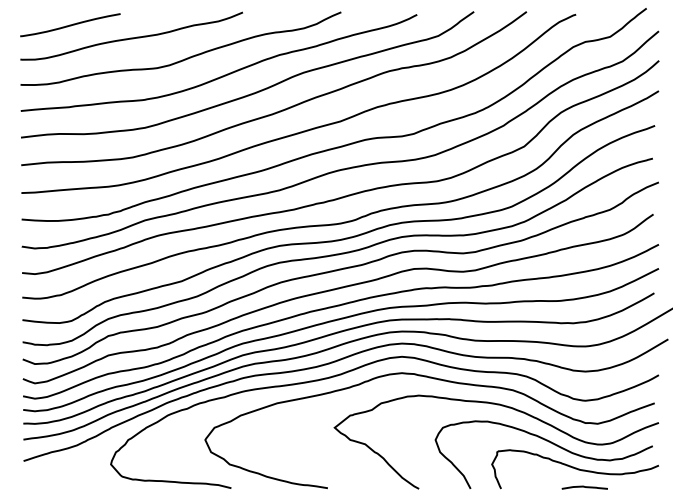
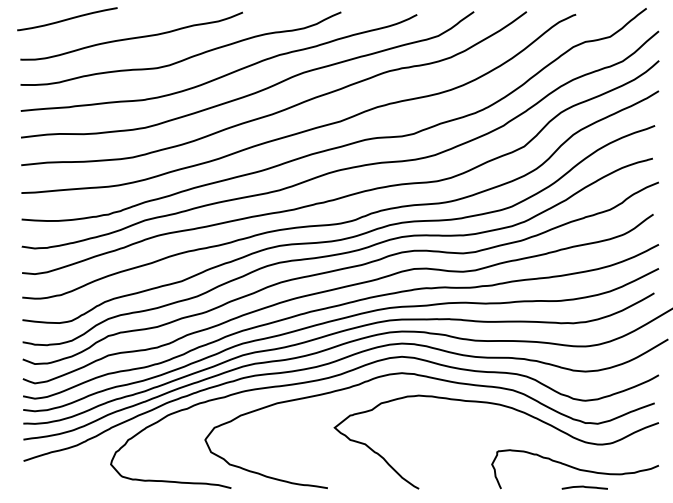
curve at (70, 25) position: (70, 25) -> (67, 19)
curve at (548, 442): present -> none
